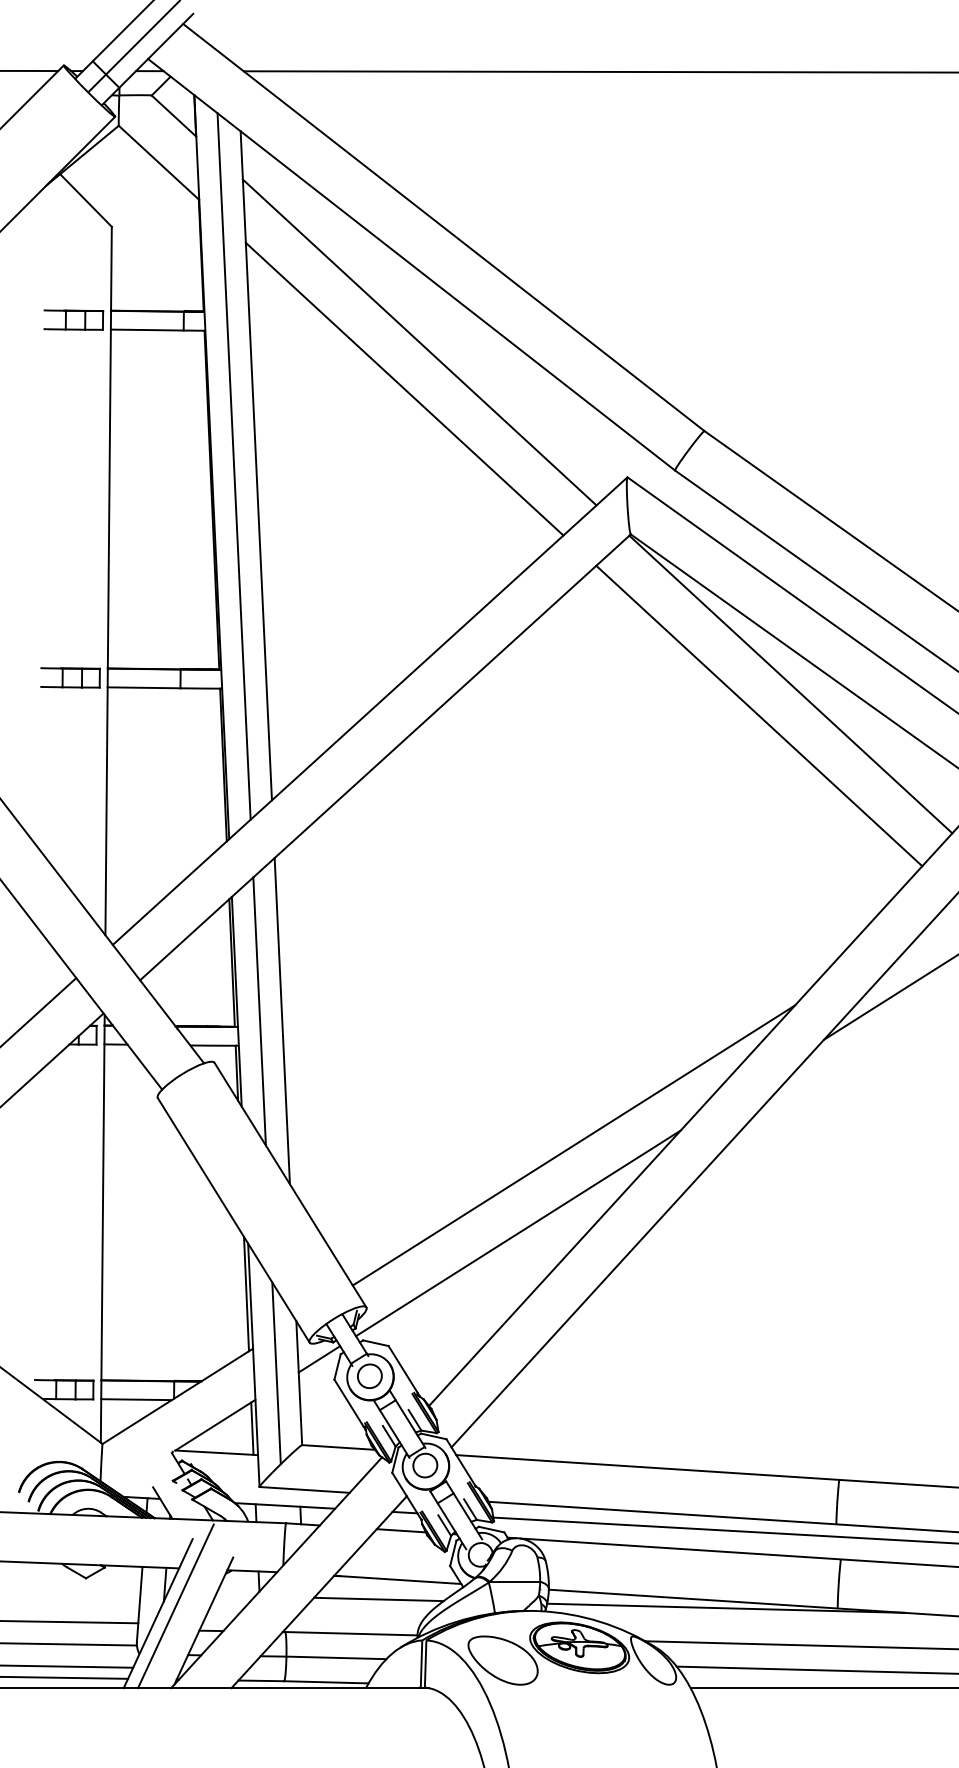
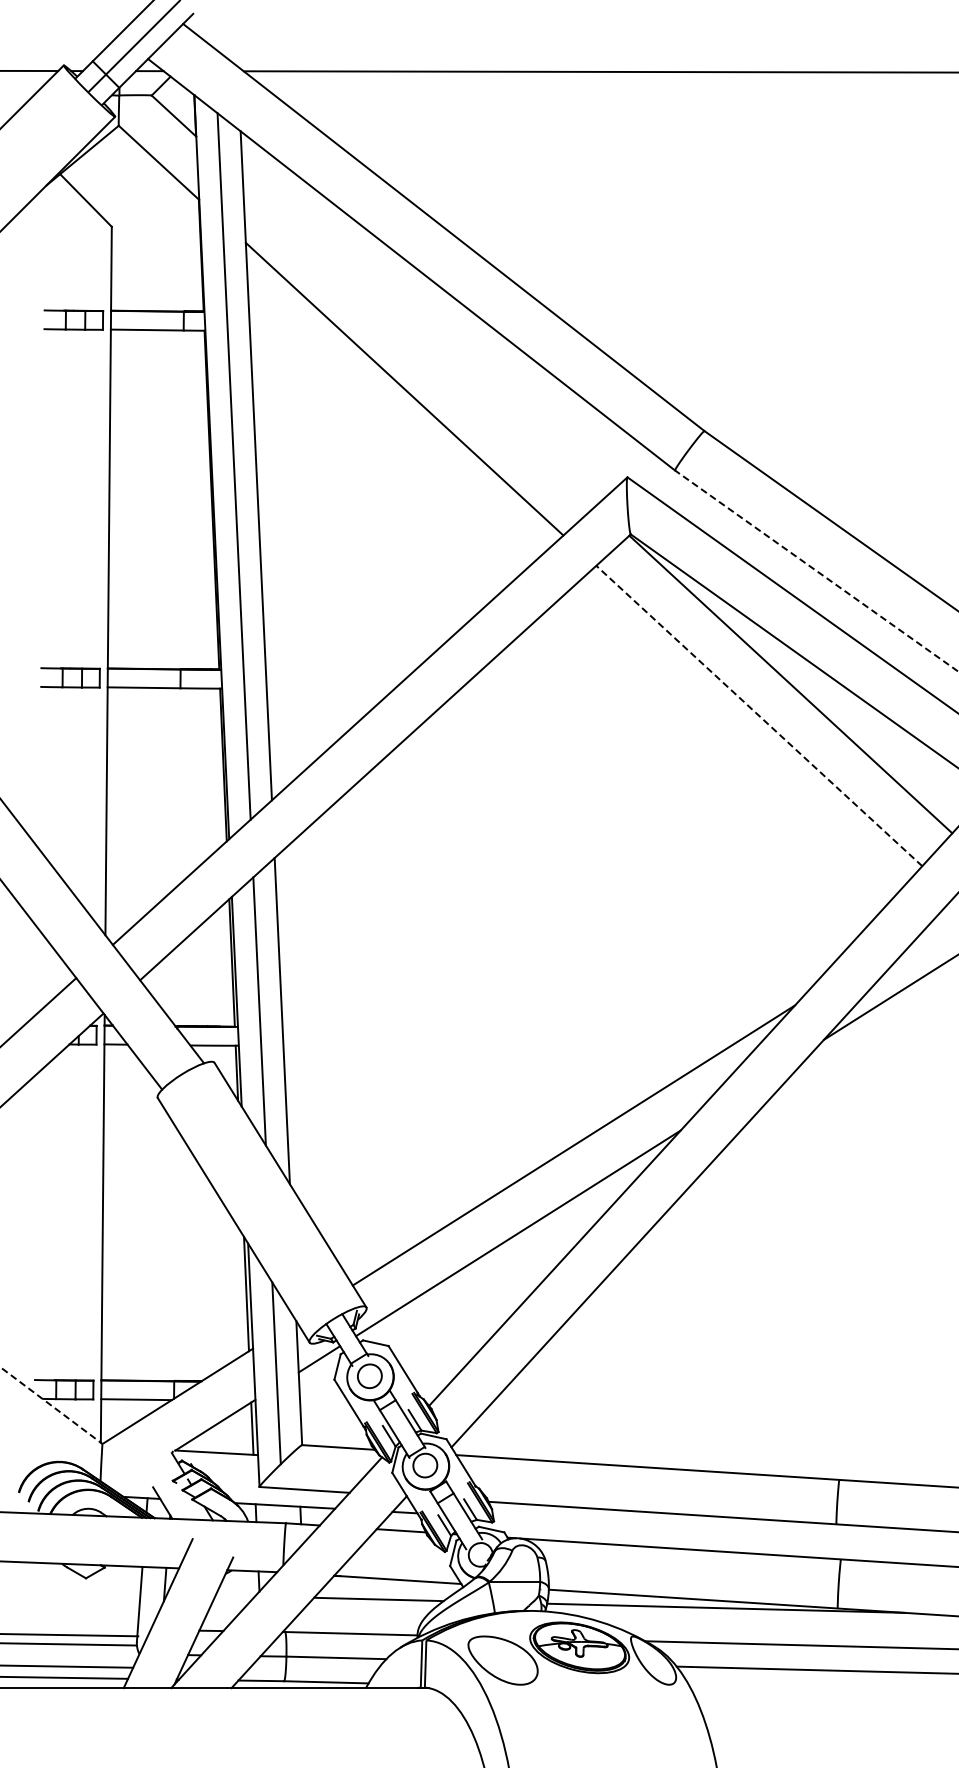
line at (419, 342): present -> none
line at (816, 571): solid -> dashed
line at (759, 716): solid -> dashed
line at (51, 1405): solid -> dashed
line at (724, 1530): present -> none
line at (175, 1606): present -> none
line at (70, 1622) position: (70, 1622) -> (70, 1635)
line at (822, 1688): present -> none
